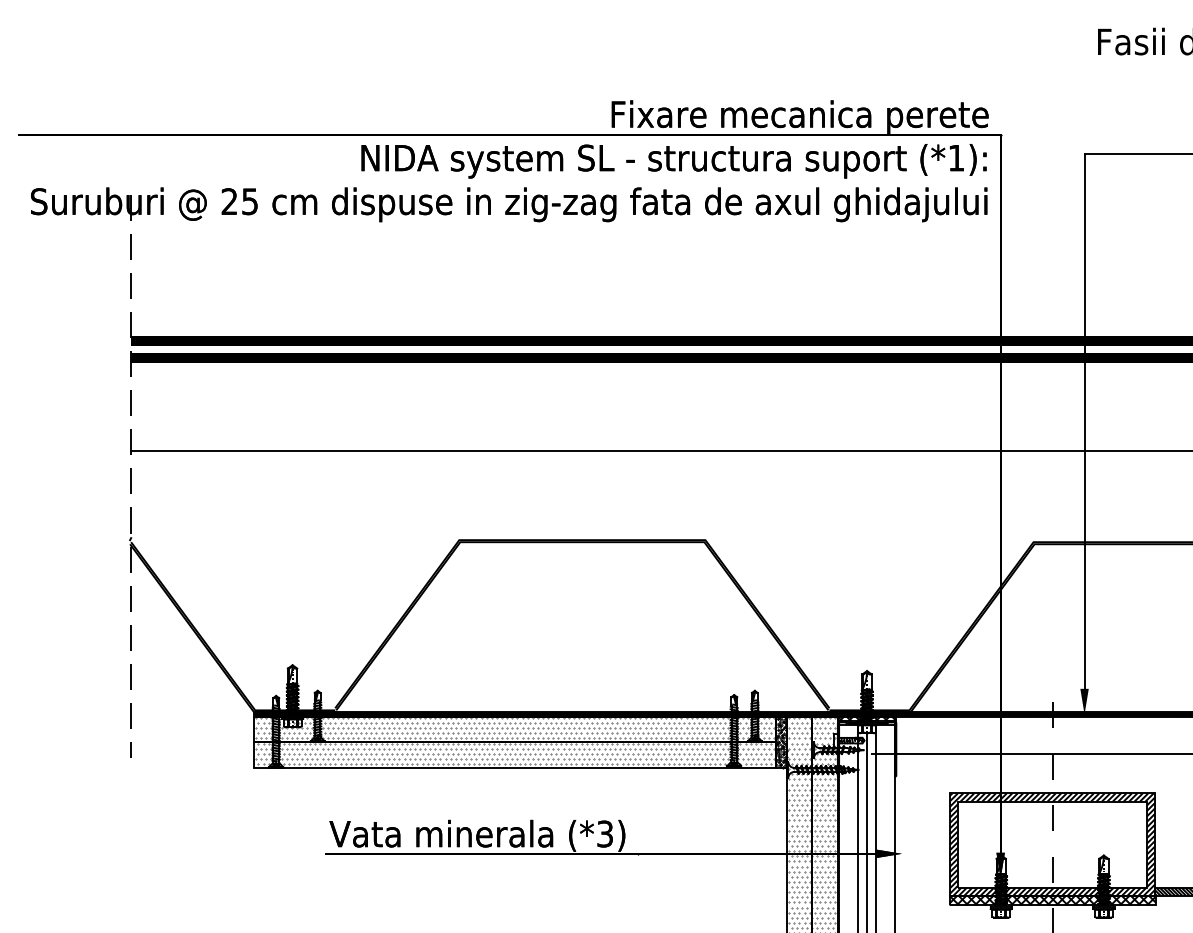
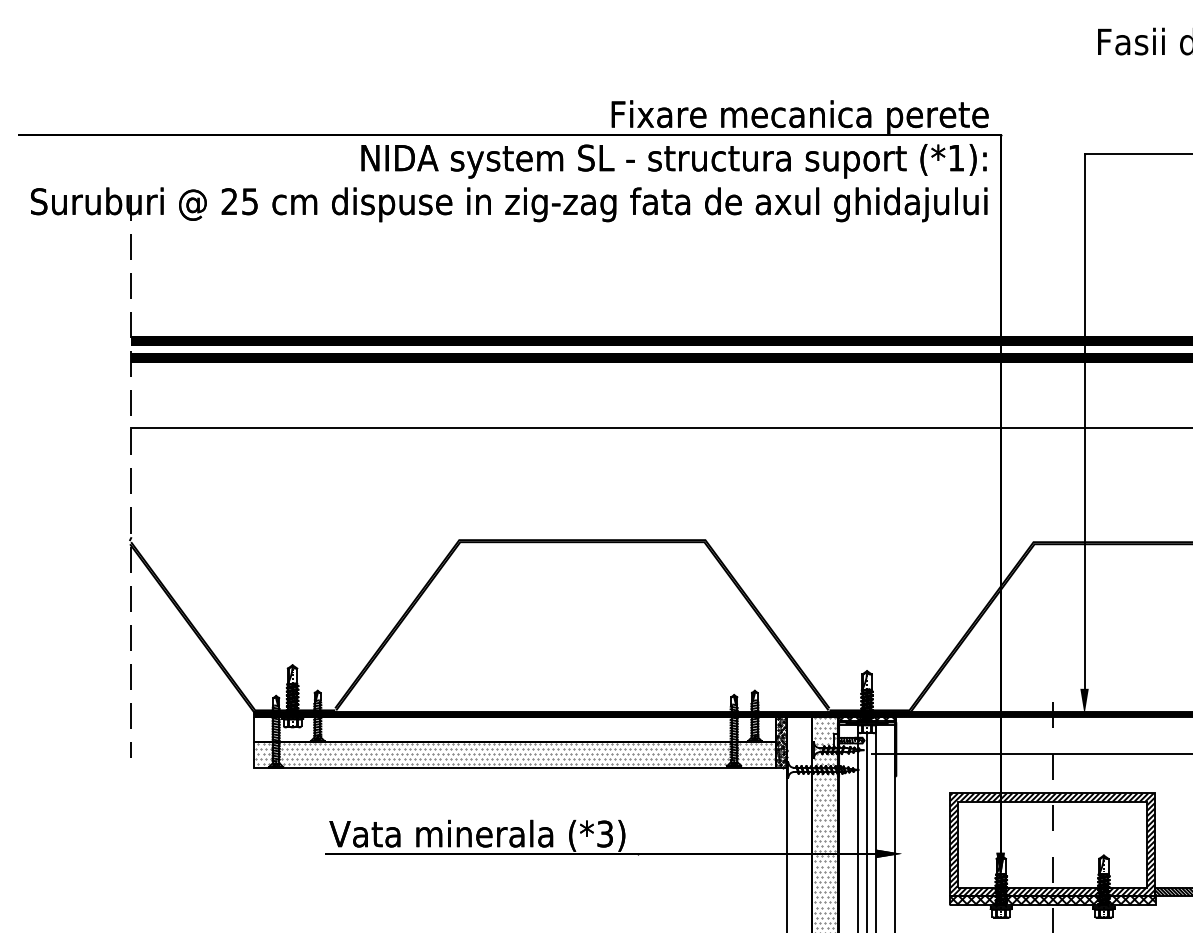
line at (660, 450) position: (660, 450) -> (660, 427)
hatch at (515, 727): present -> none
hatch at (800, 822): present -> none
